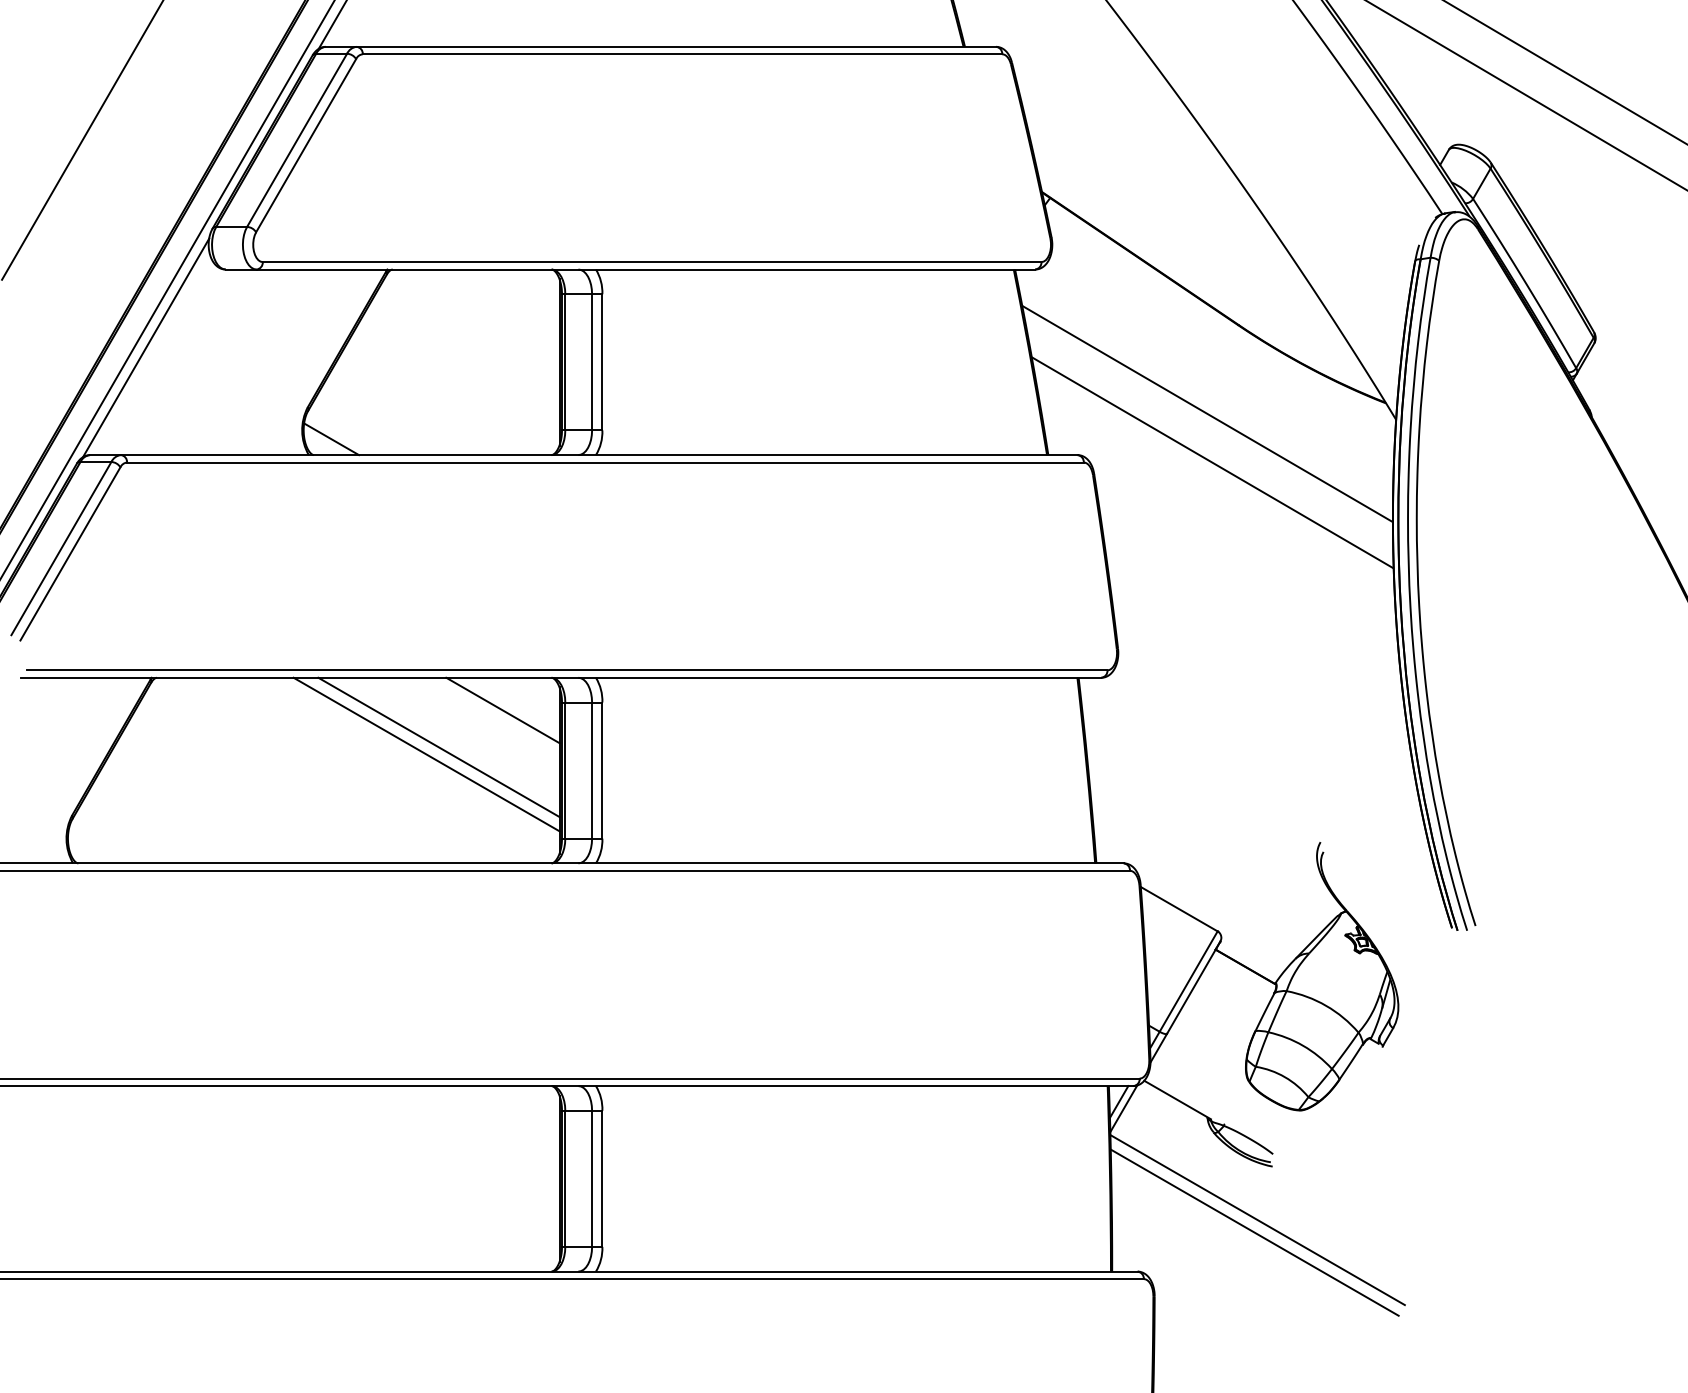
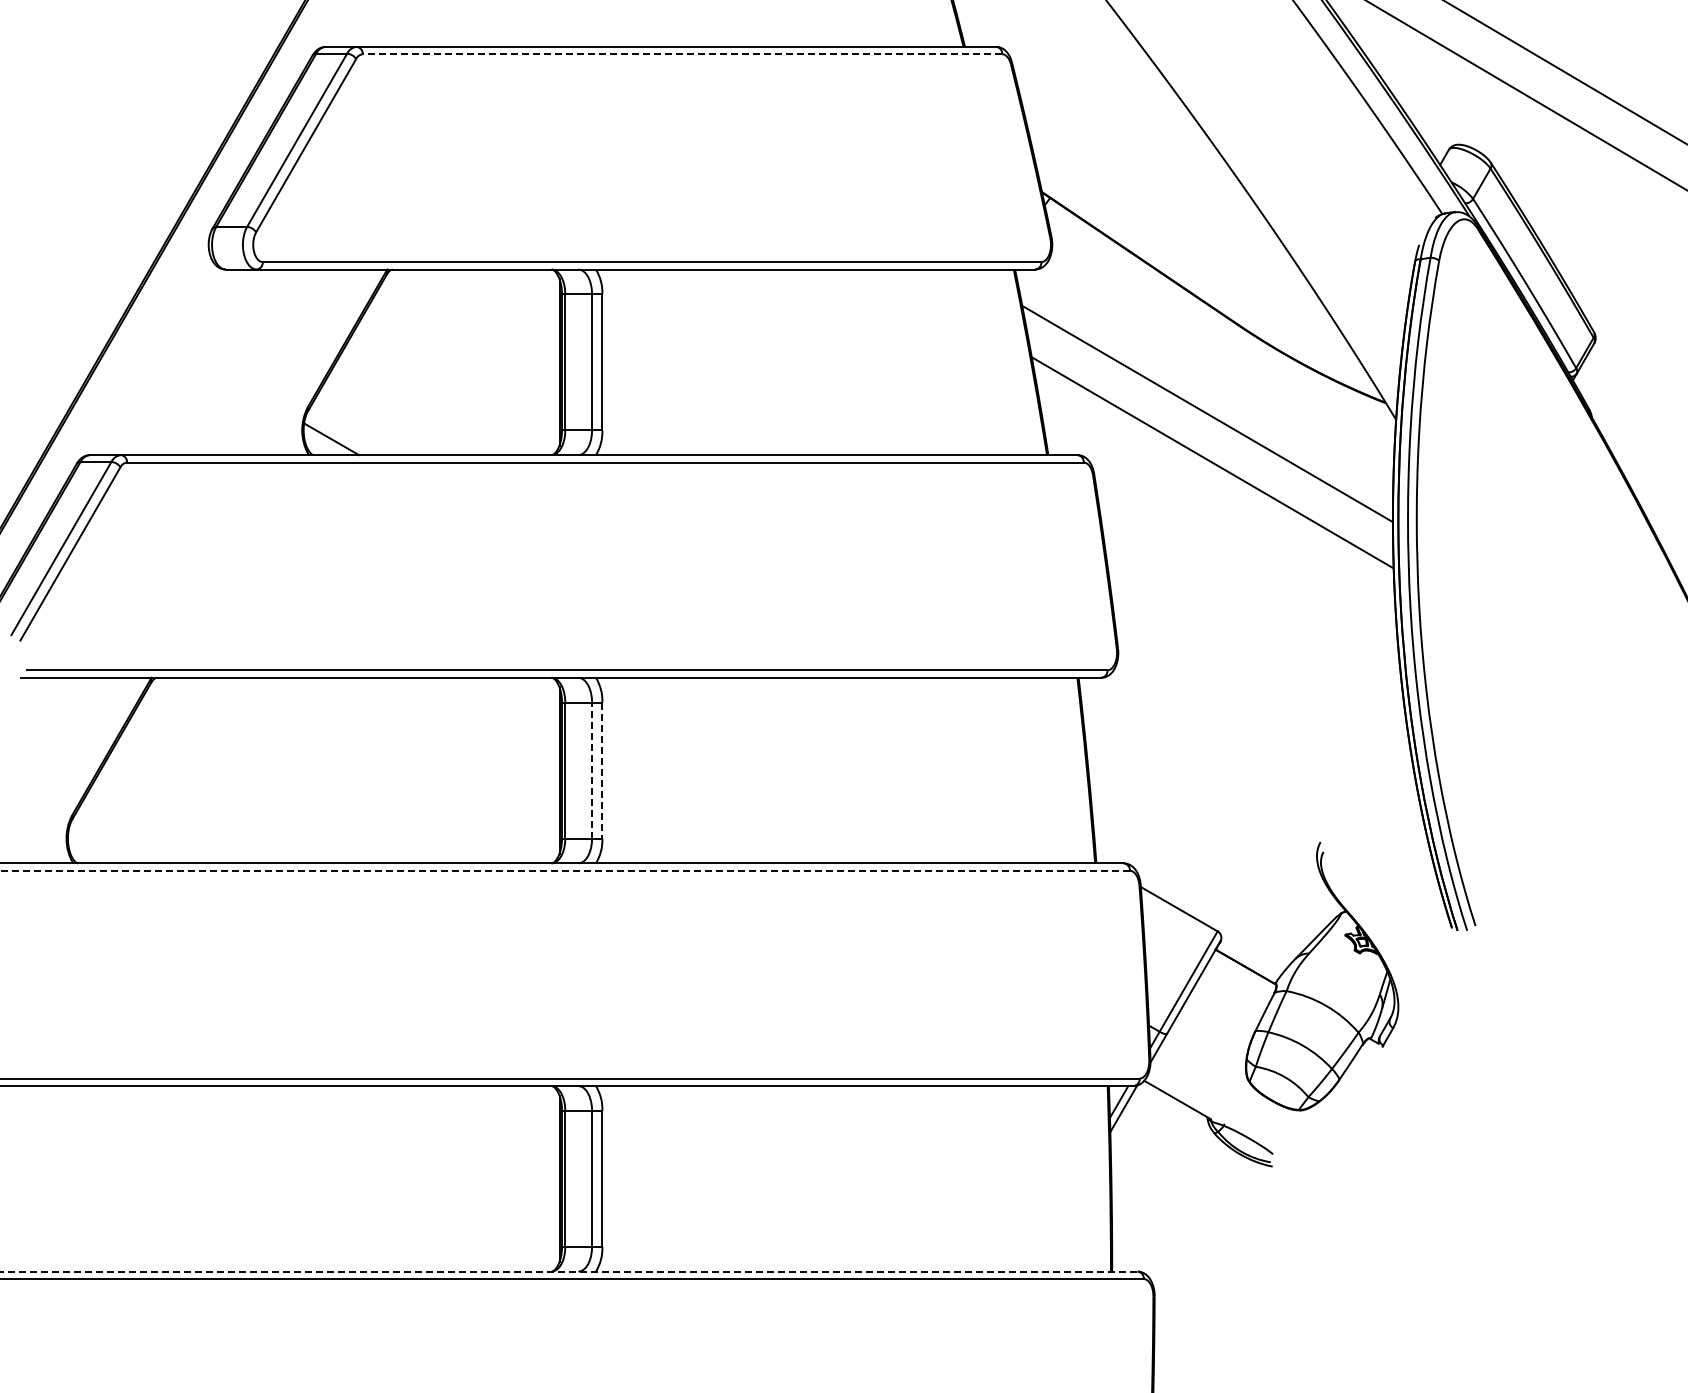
line at (331, 25): present -> none
line at (682, 54): solid -> dashed
line at (82, 140): present -> none
line at (167, 289): present -> none
line at (146, 347): present -> none
line at (502, 710): present -> none
line at (438, 747): present -> none
line at (426, 754): present -> none
line at (592, 770): solid -> dashed
line at (602, 771): solid -> dashed
line at (565, 870): solid -> dashed
line at (1257, 1220): present -> none
line at (1254, 1232): present -> none
line at (568, 1271): solid -> dashed
